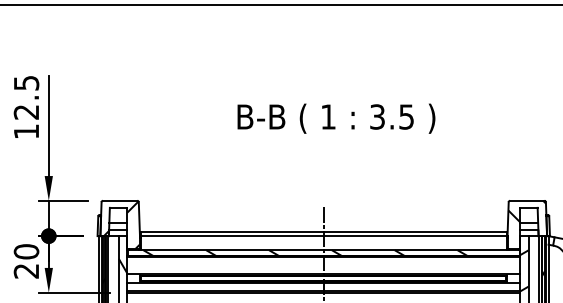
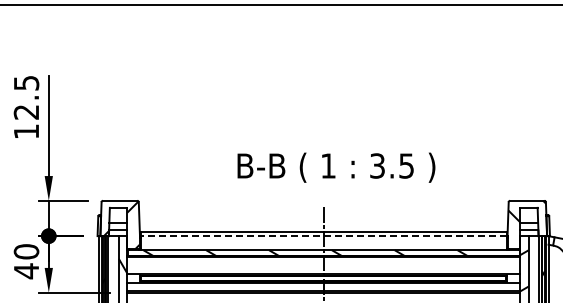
text at (336, 118) position: (336, 118) -> (336, 167)
line at (323, 236): solid -> dashed
text at (25, 271): 20 -> 40
